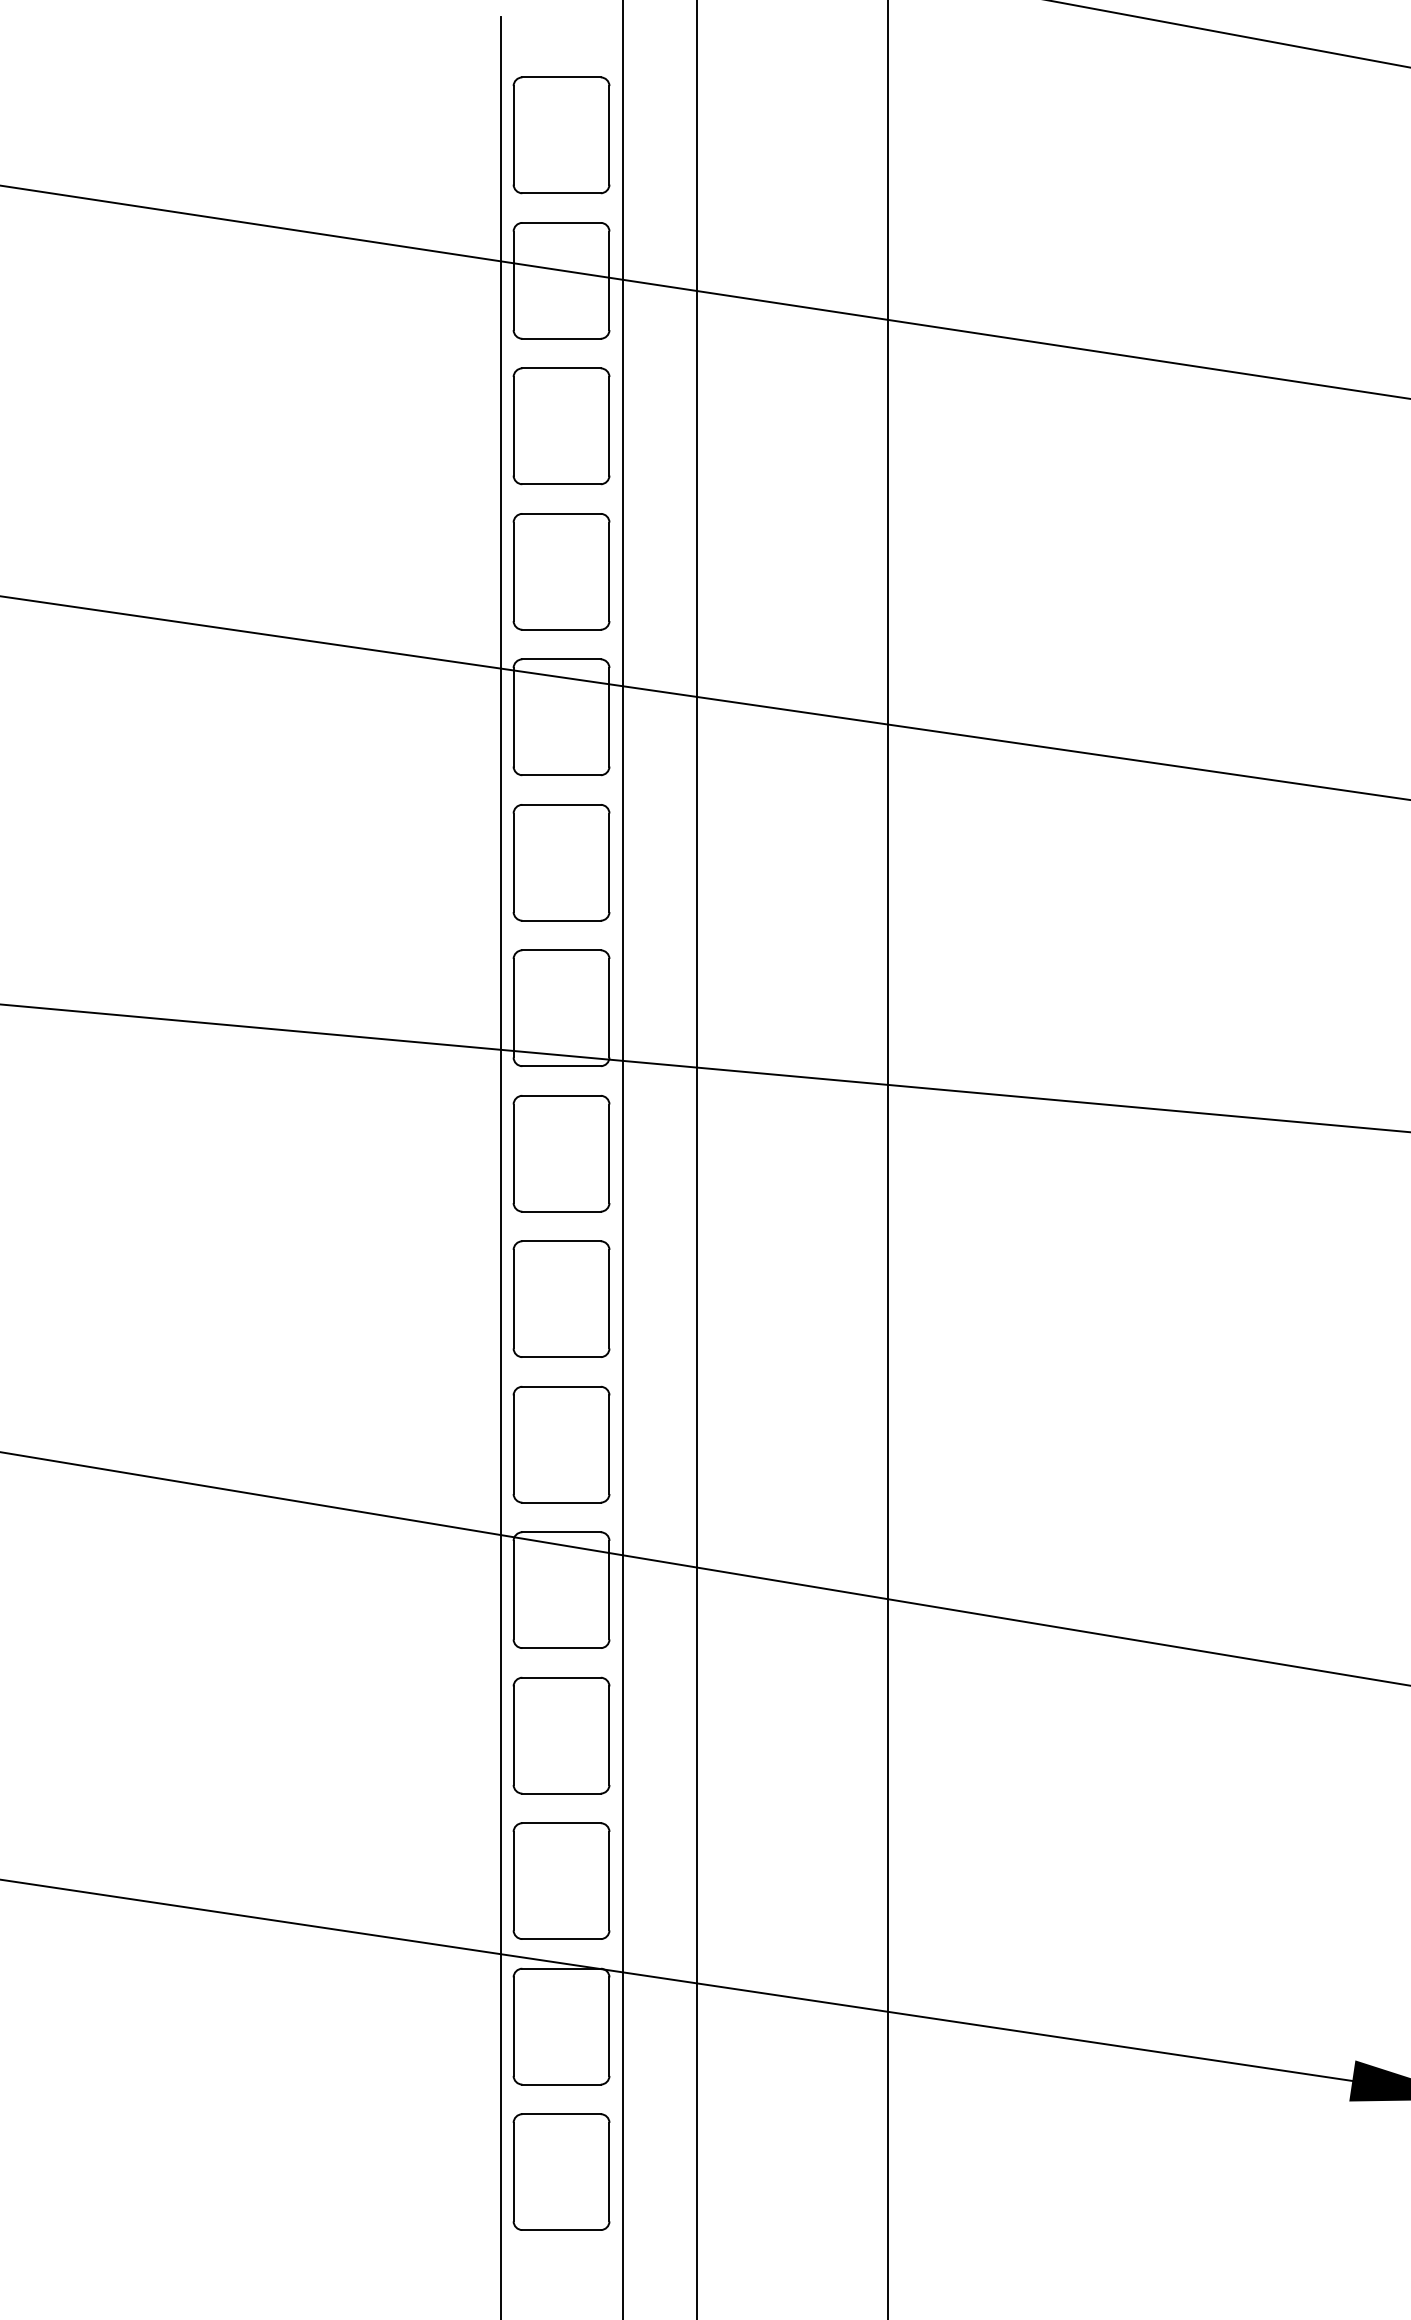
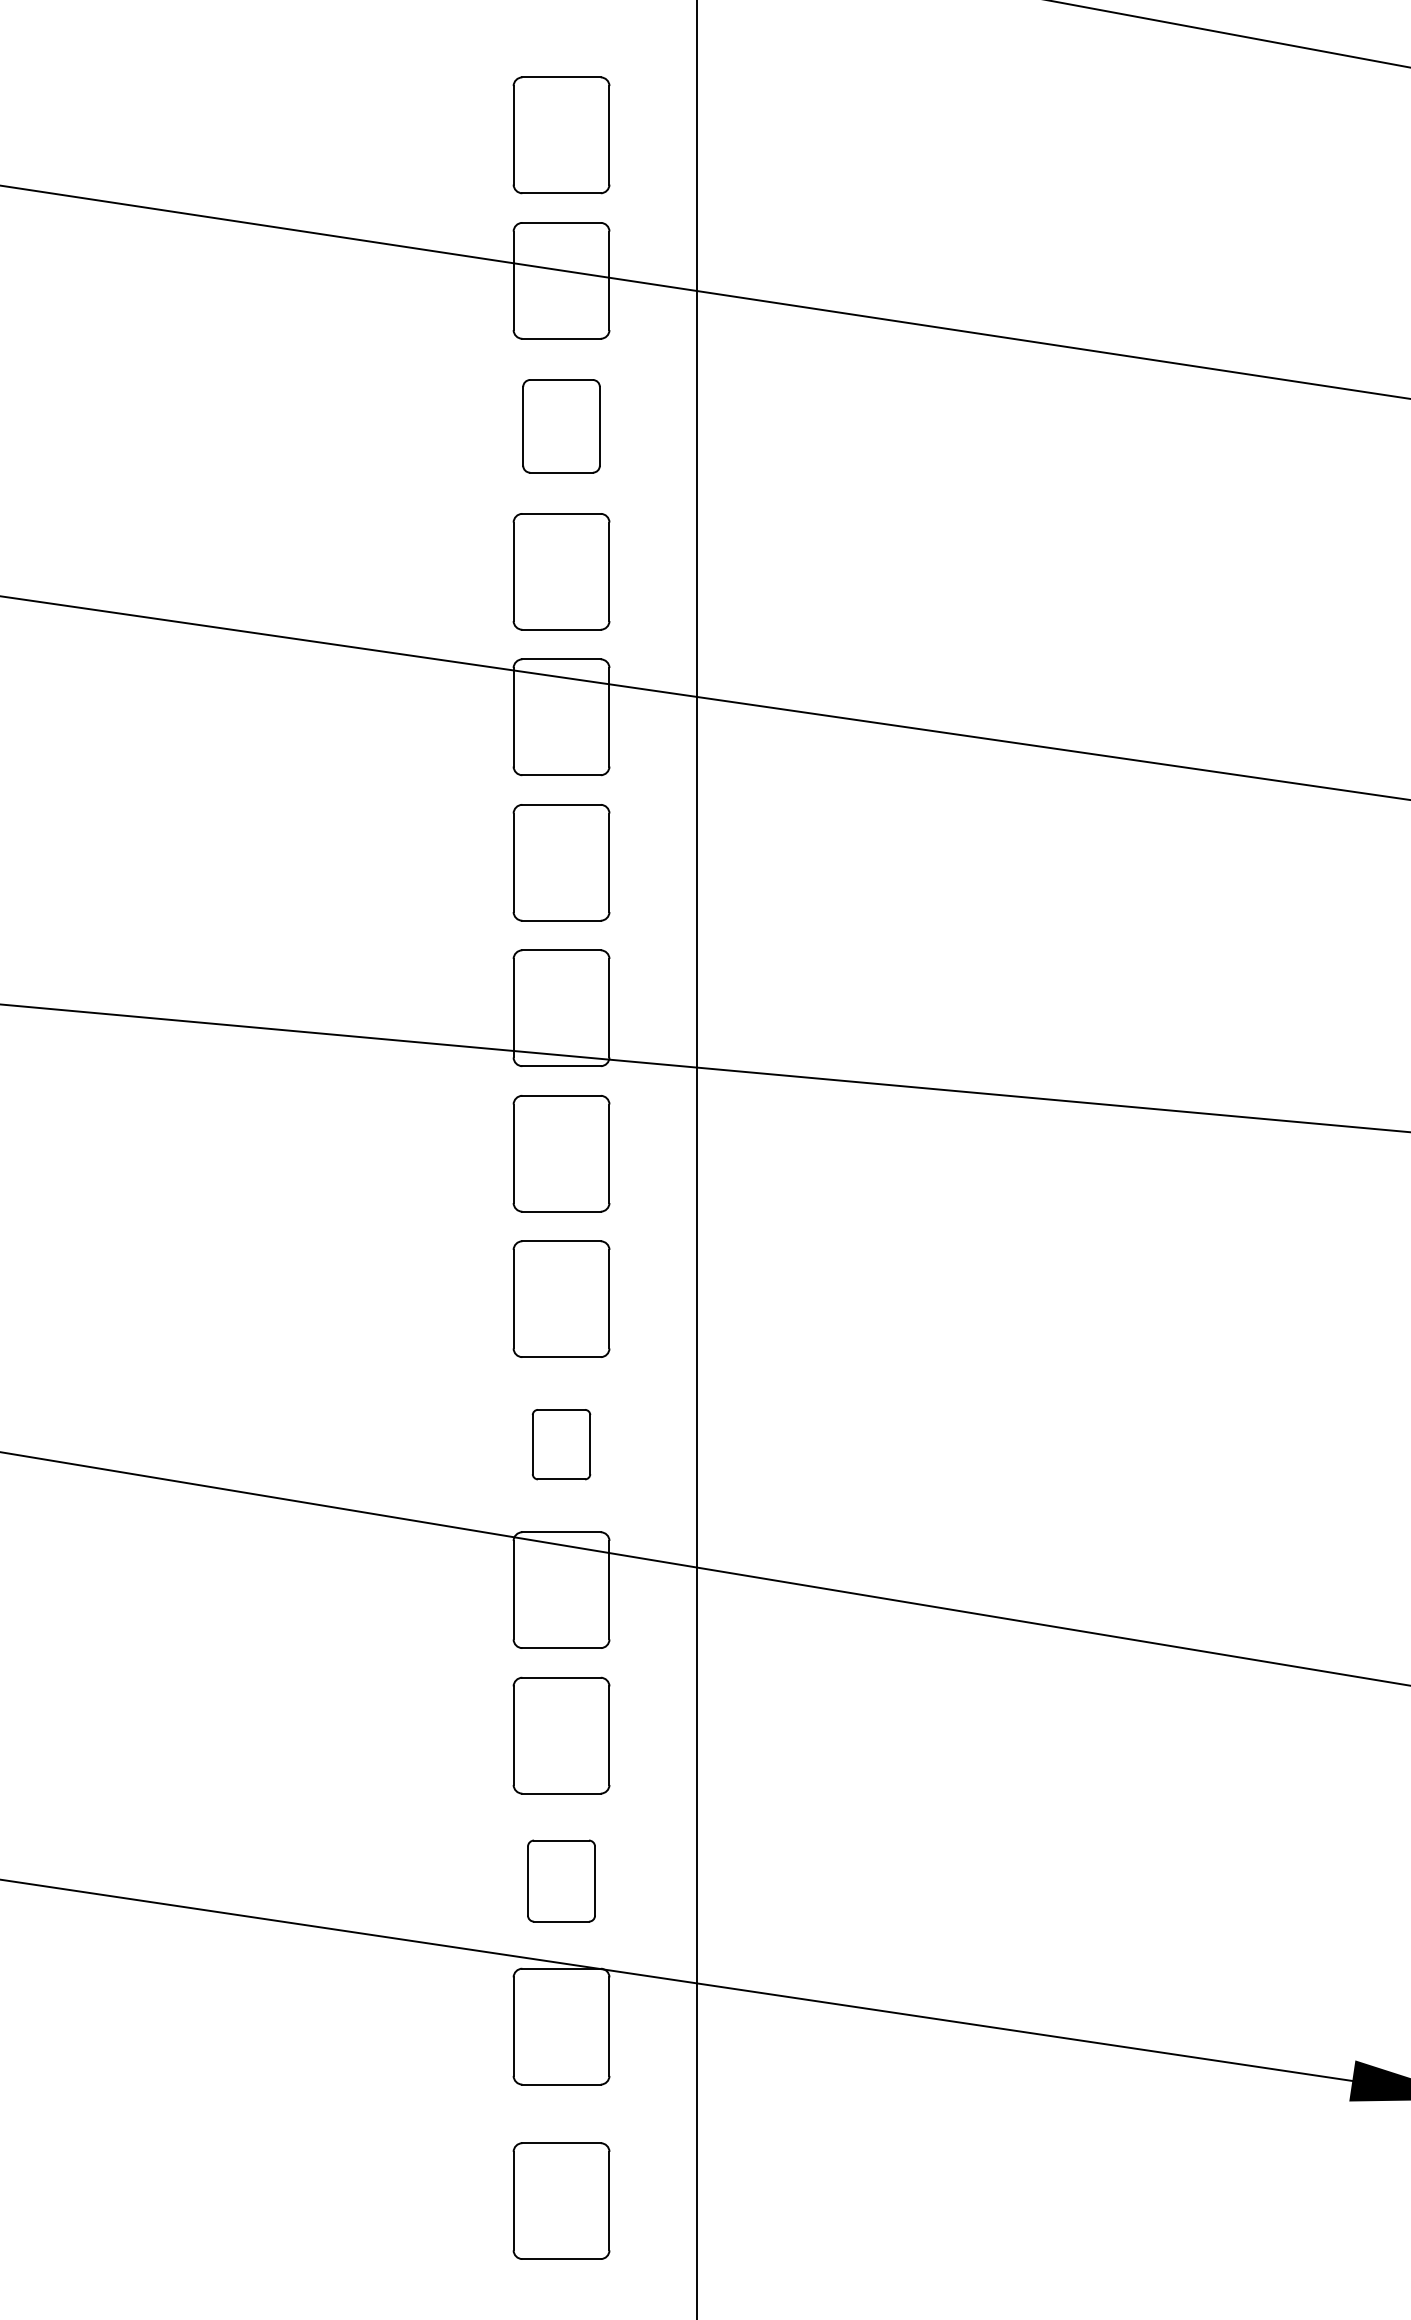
part at (561, 426) size: 99x119 px -> 79x95 px
line at (623, 1159): present -> none
line at (888, 1159): present -> none
line at (501, 1166): present -> none
part at (561, 1444) size: 99x119 px -> 61x72 px
part at (561, 1880) size: 99x118 px -> 69x84 px
part at (561, 2171) position: (561, 2171) -> (561, 2200)
